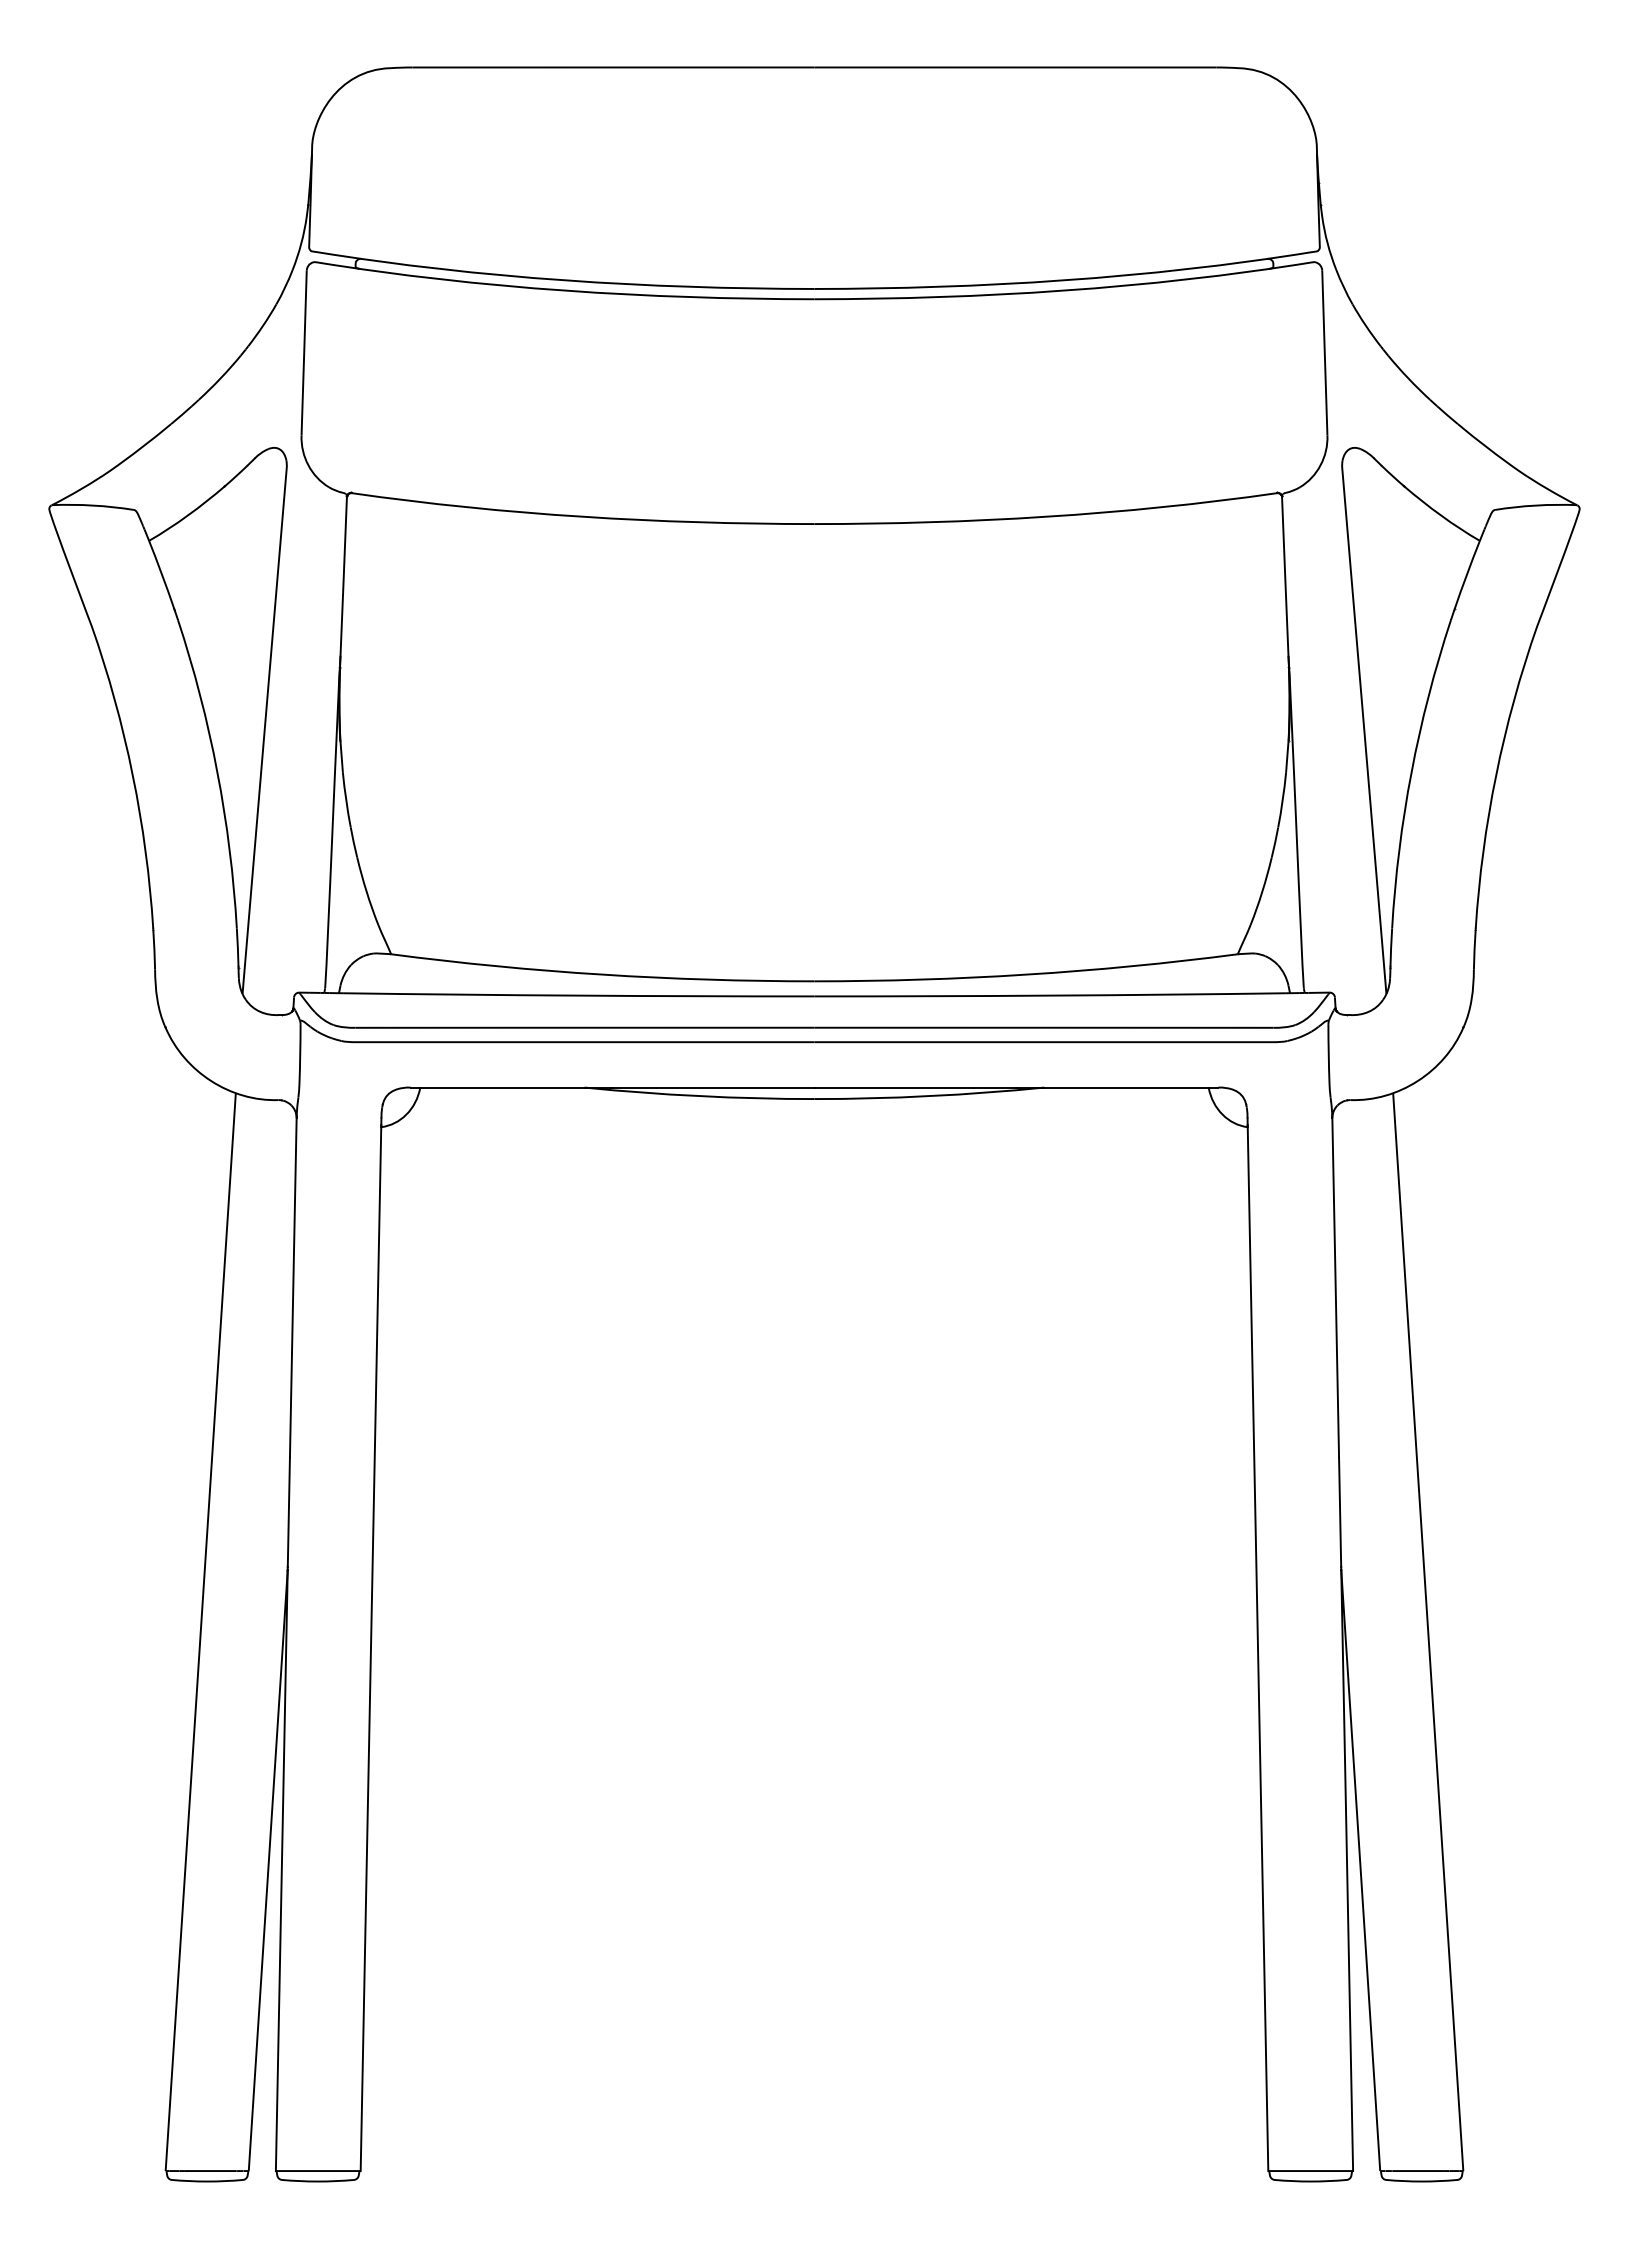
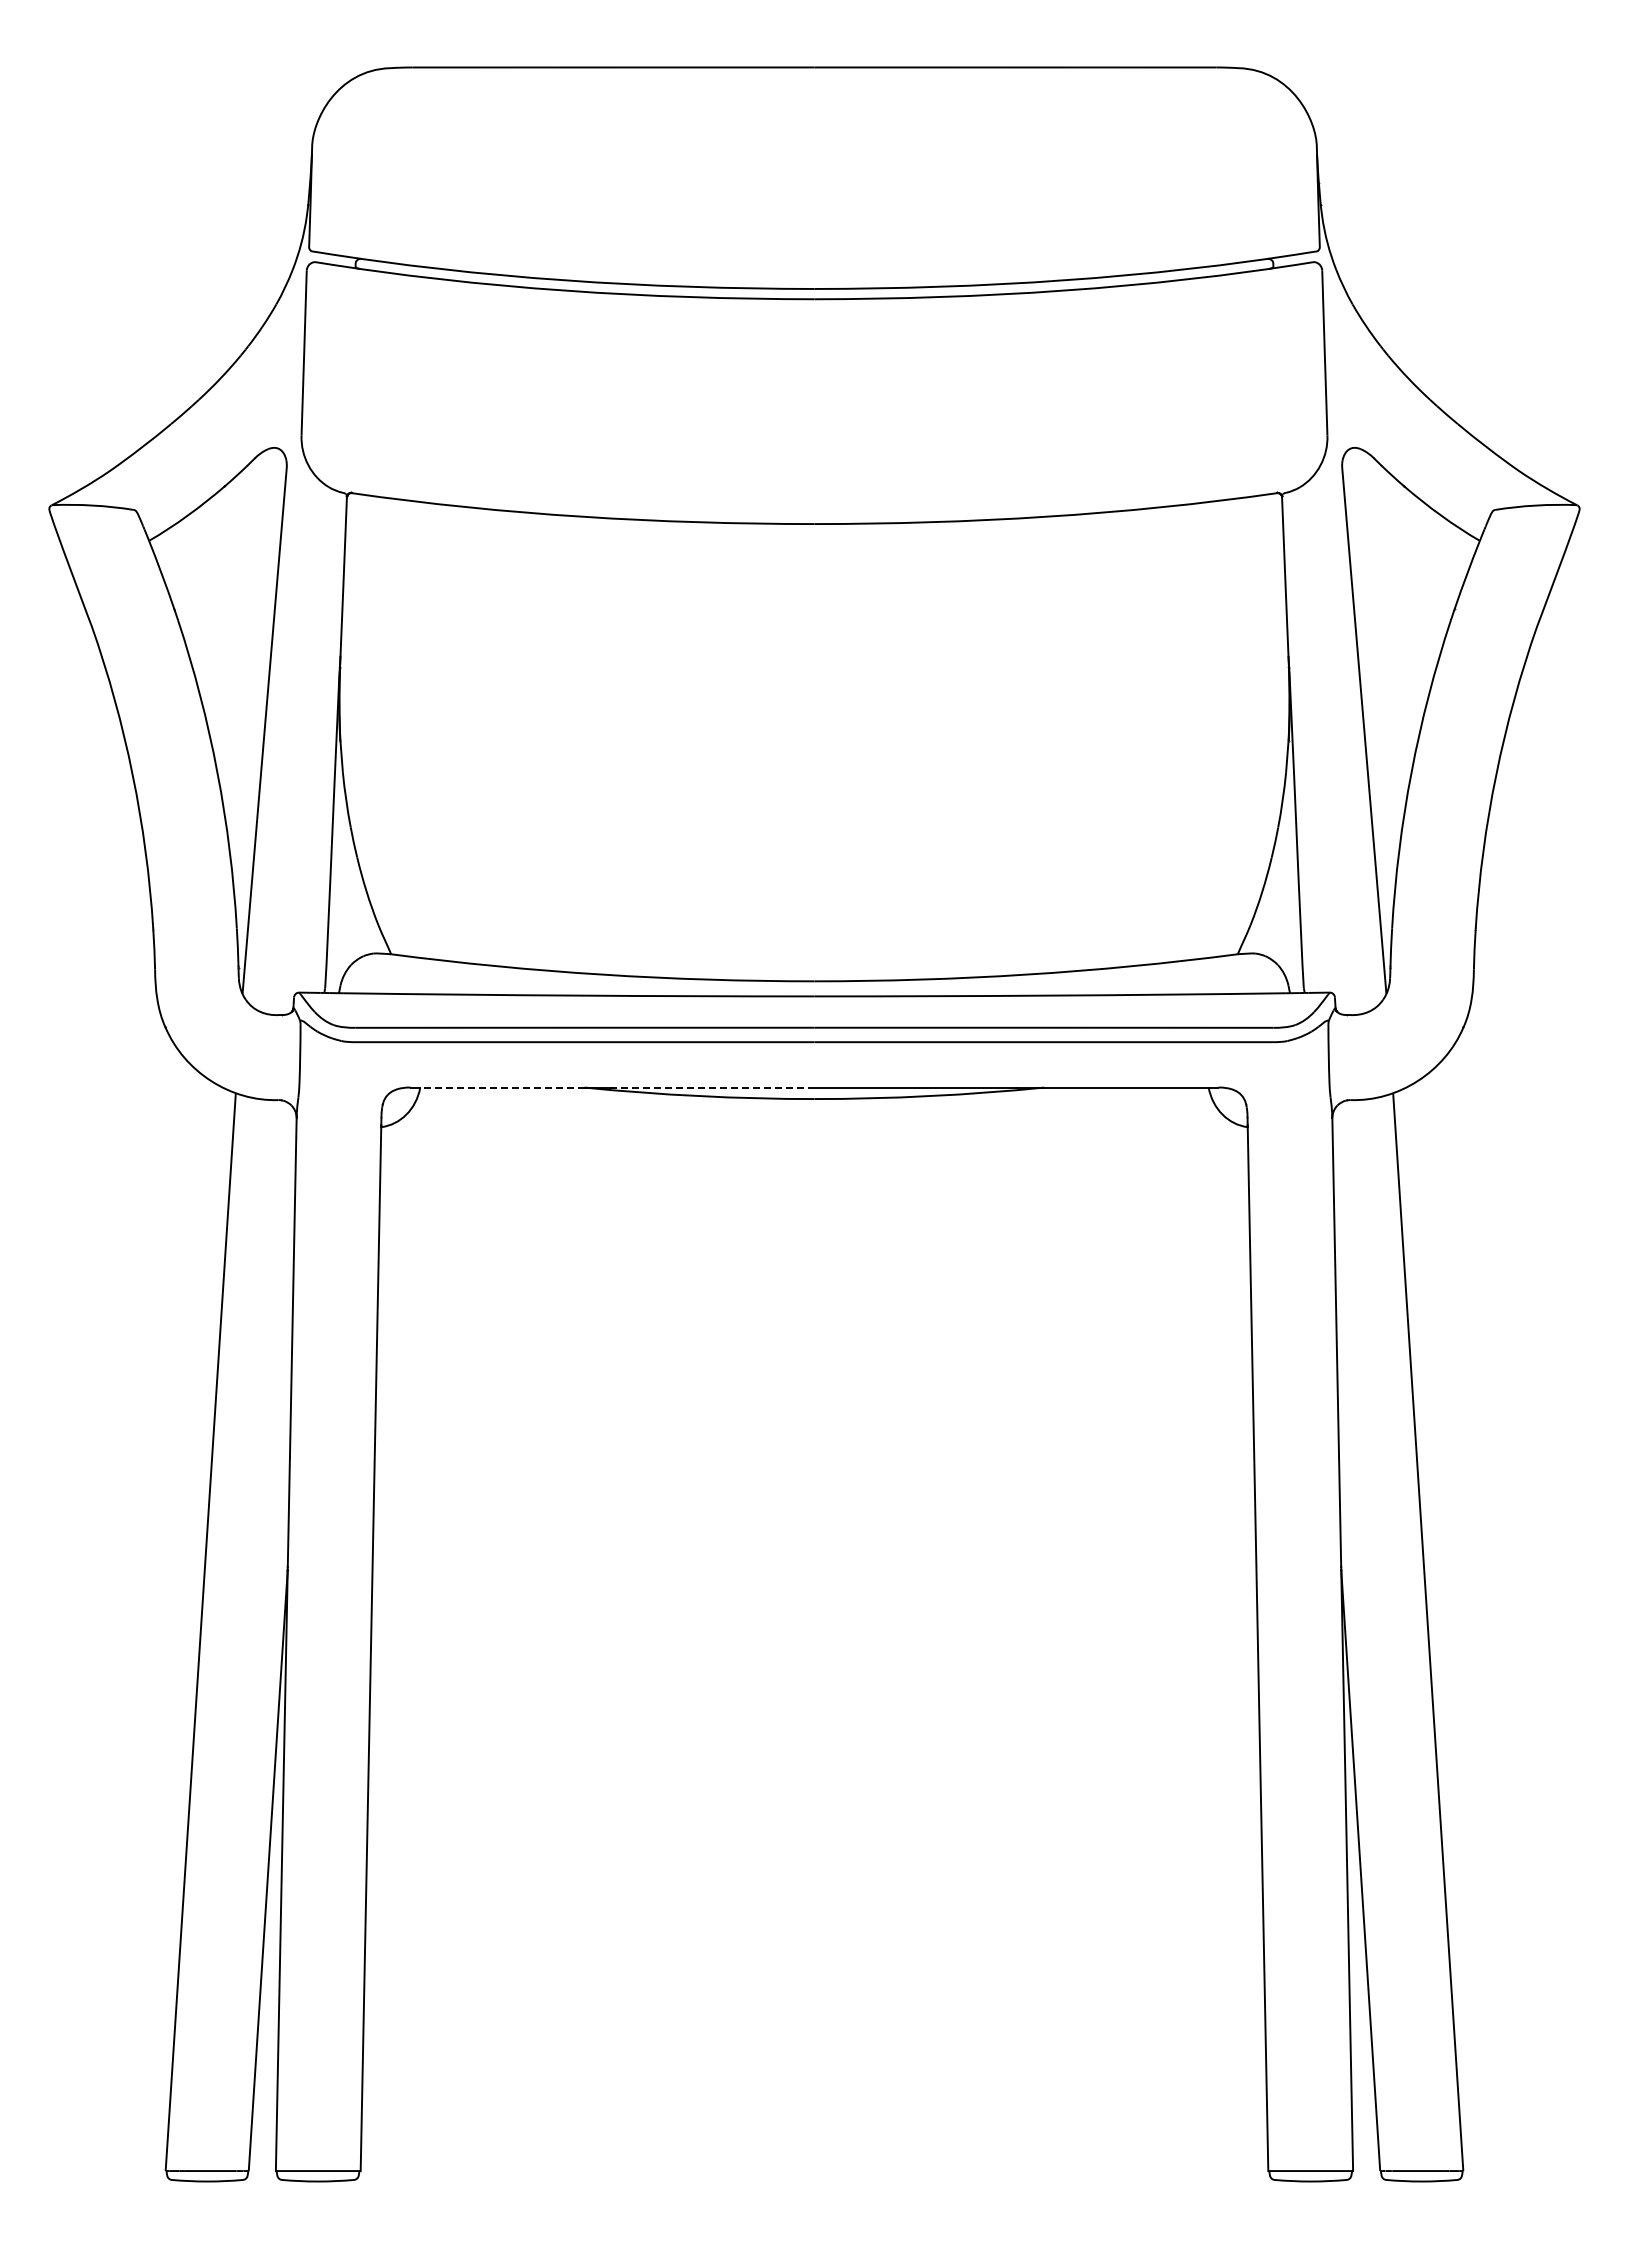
line at (501, 1087): solid -> dashed
line at (713, 1087): solid -> dashed
